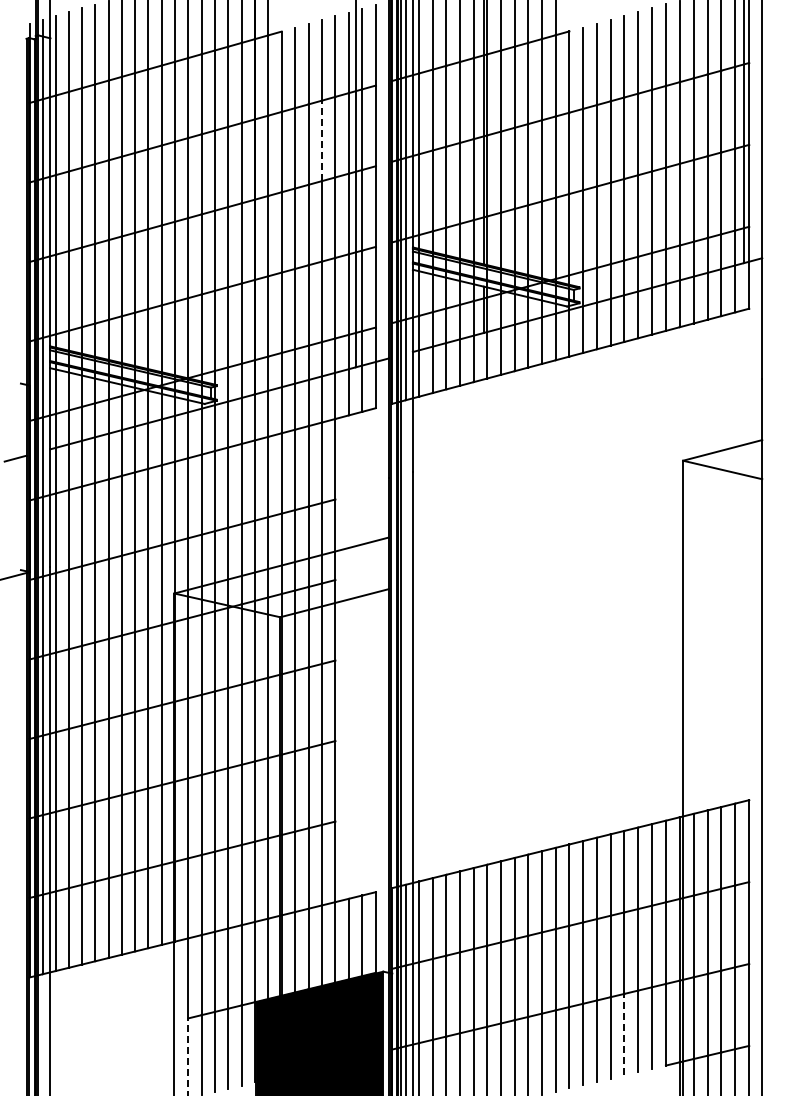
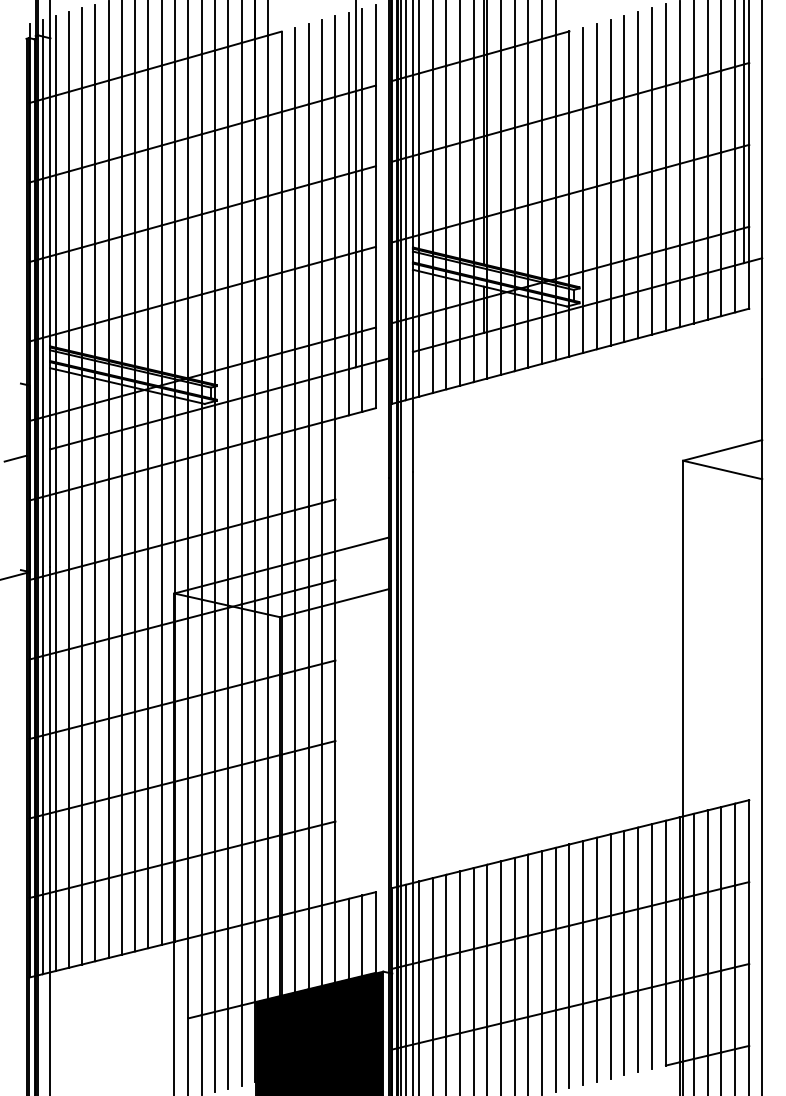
line at (322, 140): dashed -> solid
line at (624, 1034): dashed -> solid
line at (188, 1056): dashed -> solid
